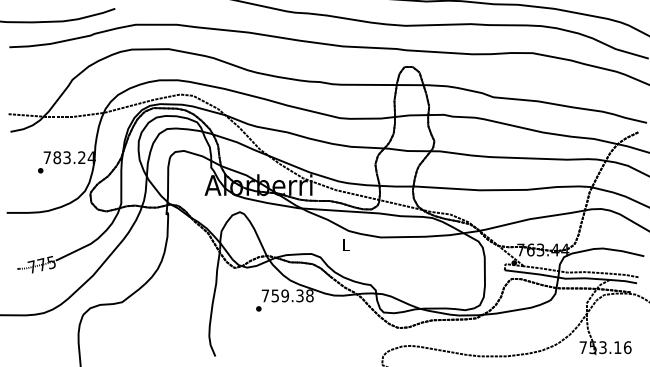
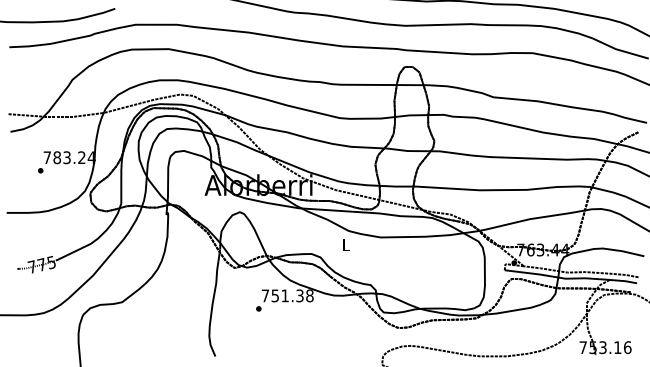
text at (284, 295): 759.38 -> 751.38
